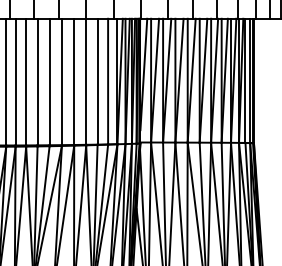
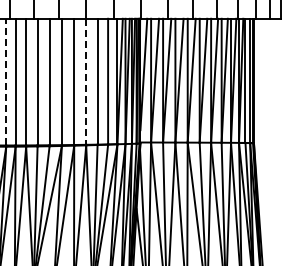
line at (6, 81): solid -> dashed
line at (86, 82): solid -> dashed
